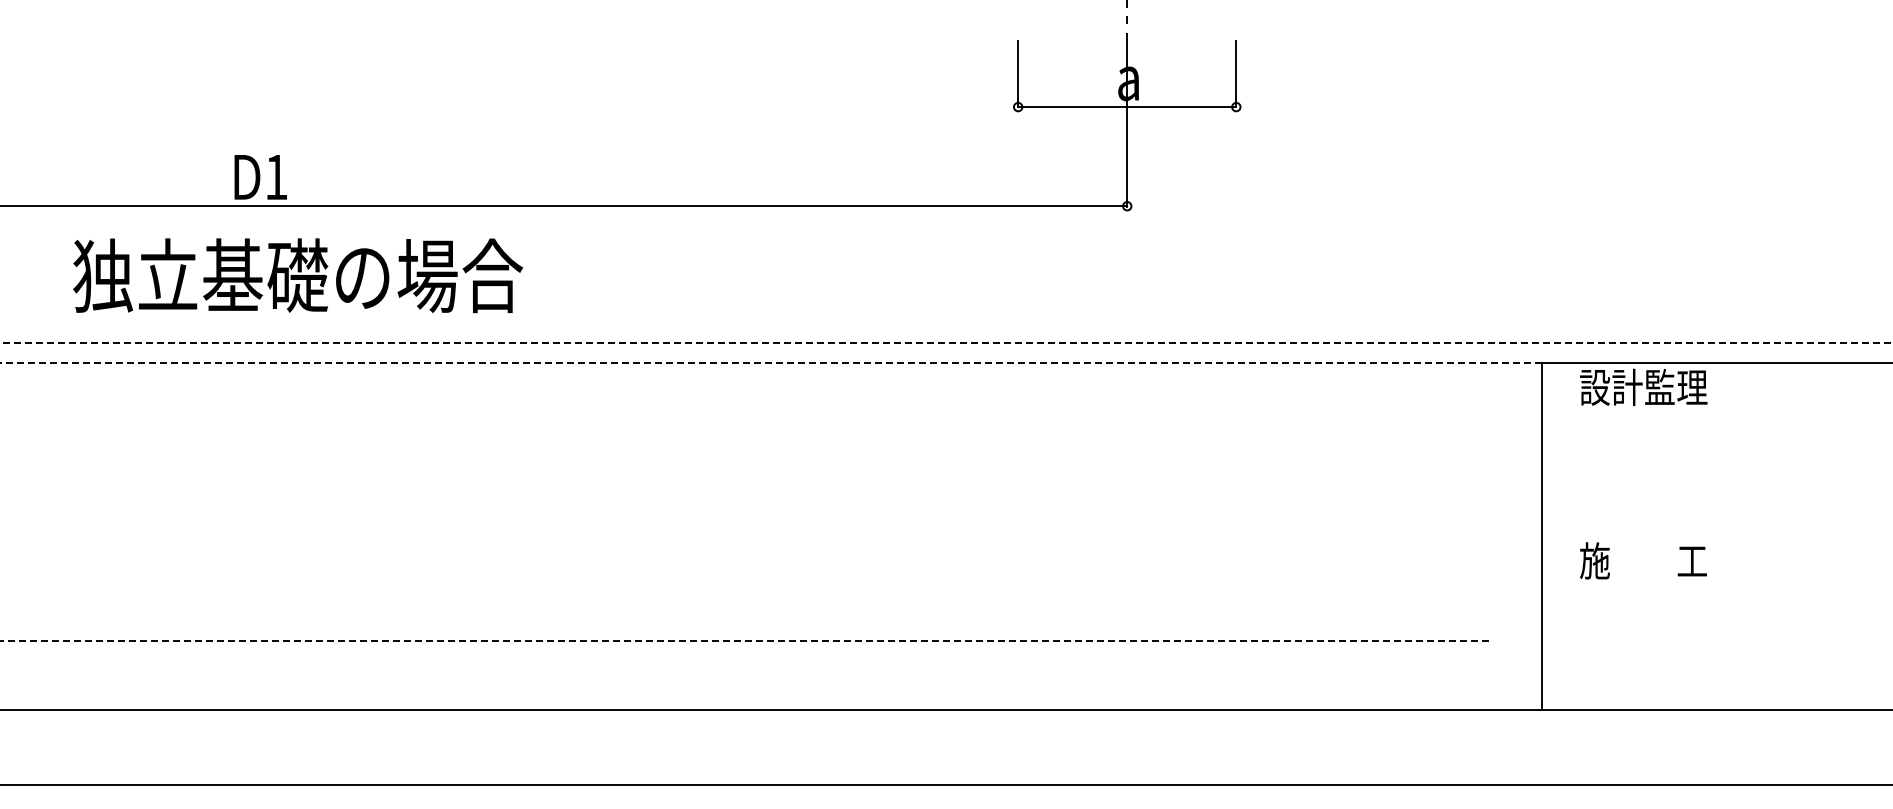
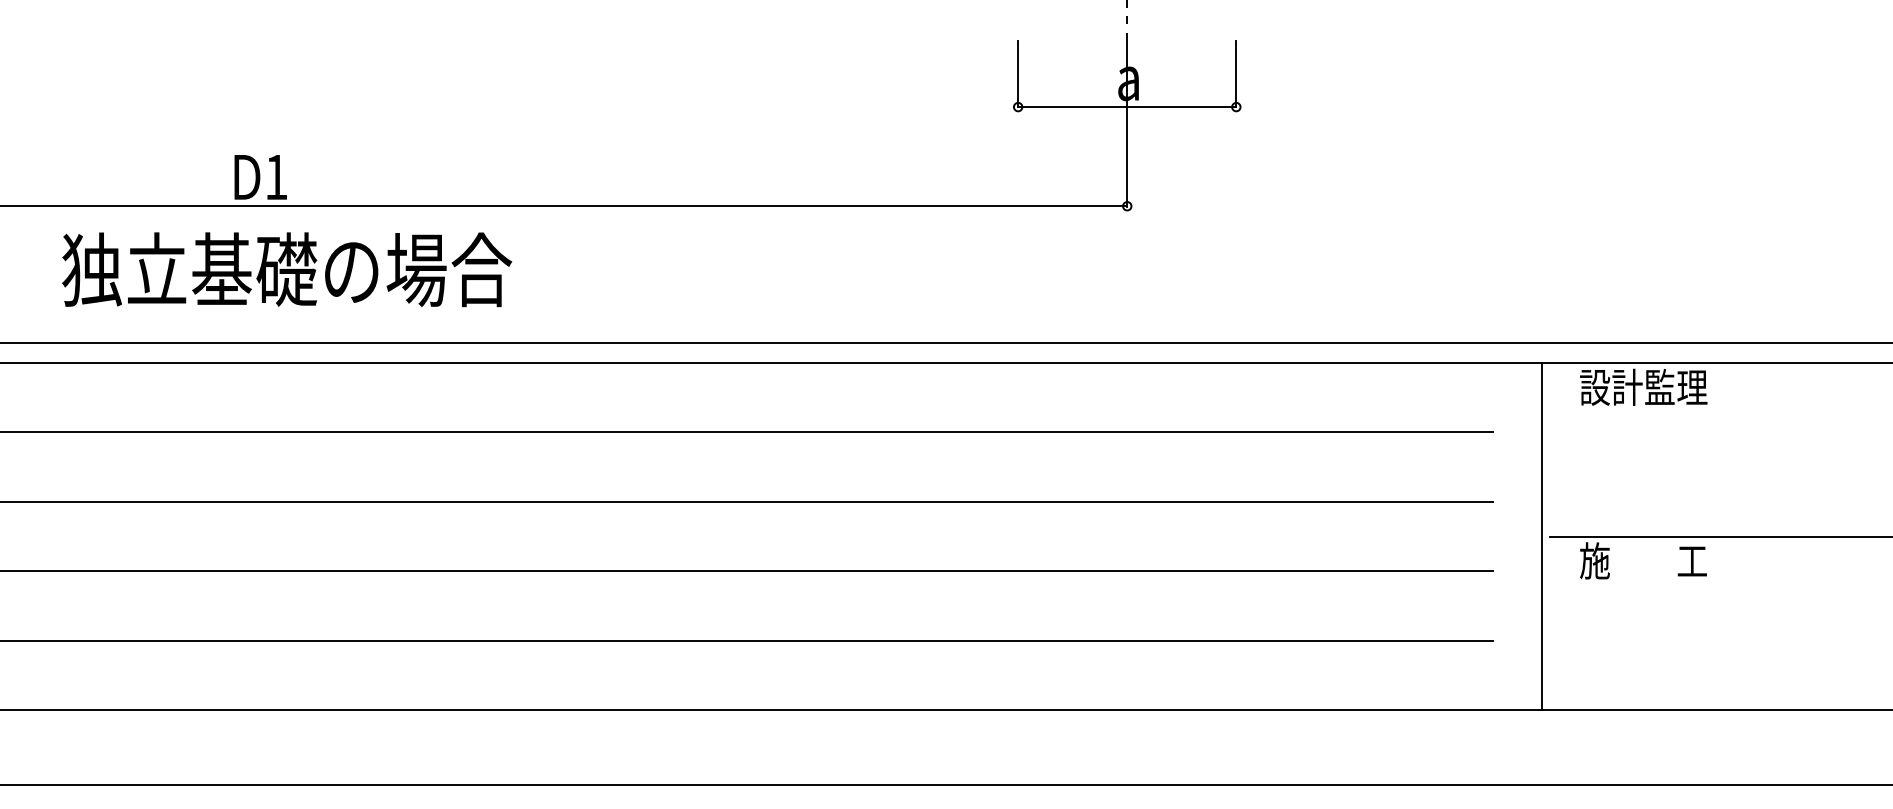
text at (298, 275) position: (298, 275) -> (287, 269)
line at (945, 343): dashed -> solid
line at (771, 363): dashed -> solid
line at (747, 432): none -> present
line at (747, 501): none -> present
line at (1719, 536): none -> present
line at (747, 571): none -> present
line at (747, 640): dashed -> solid
